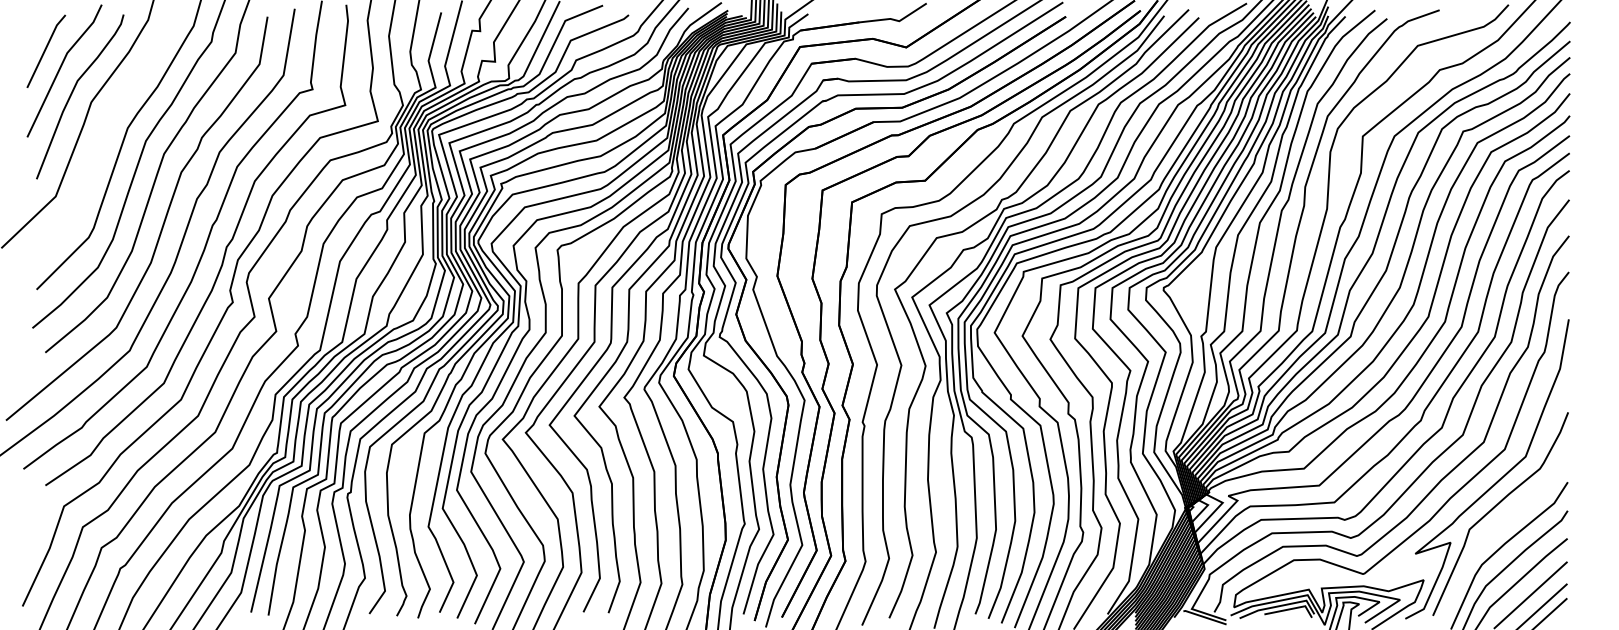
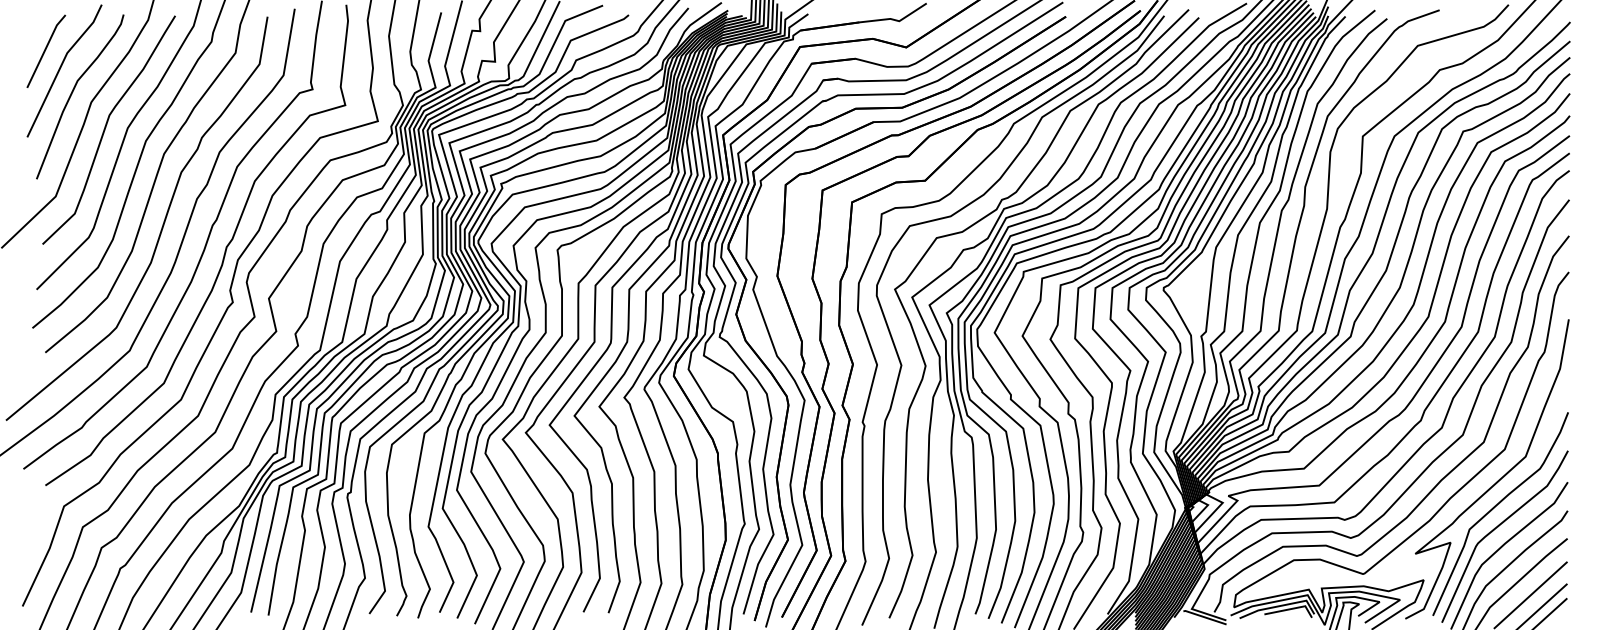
curve at (106, 127): none -> present
curve at (1498, 527): none -> present
